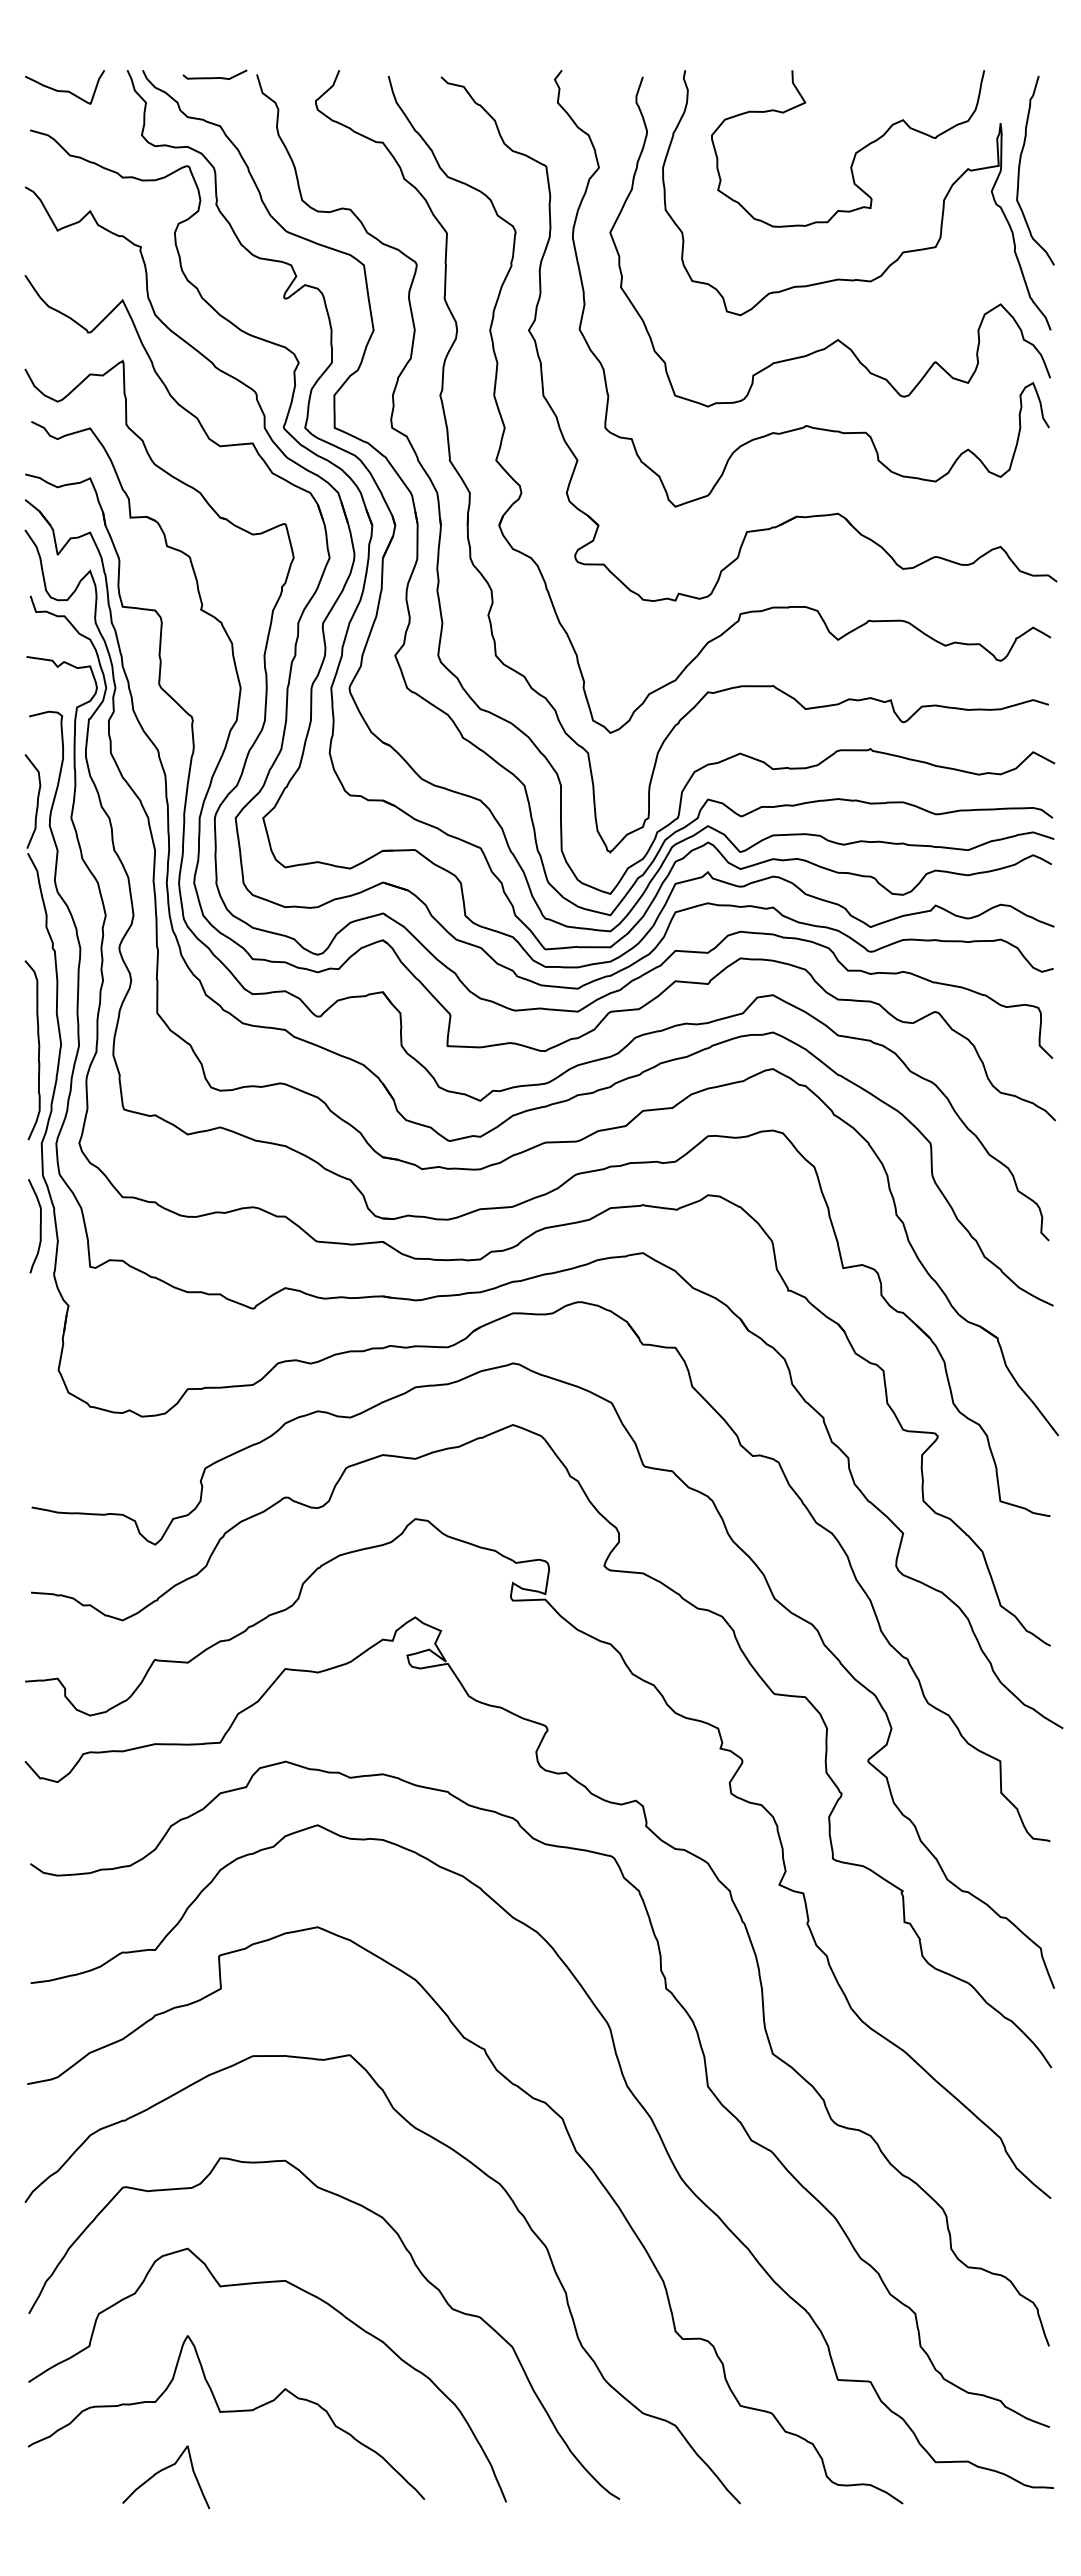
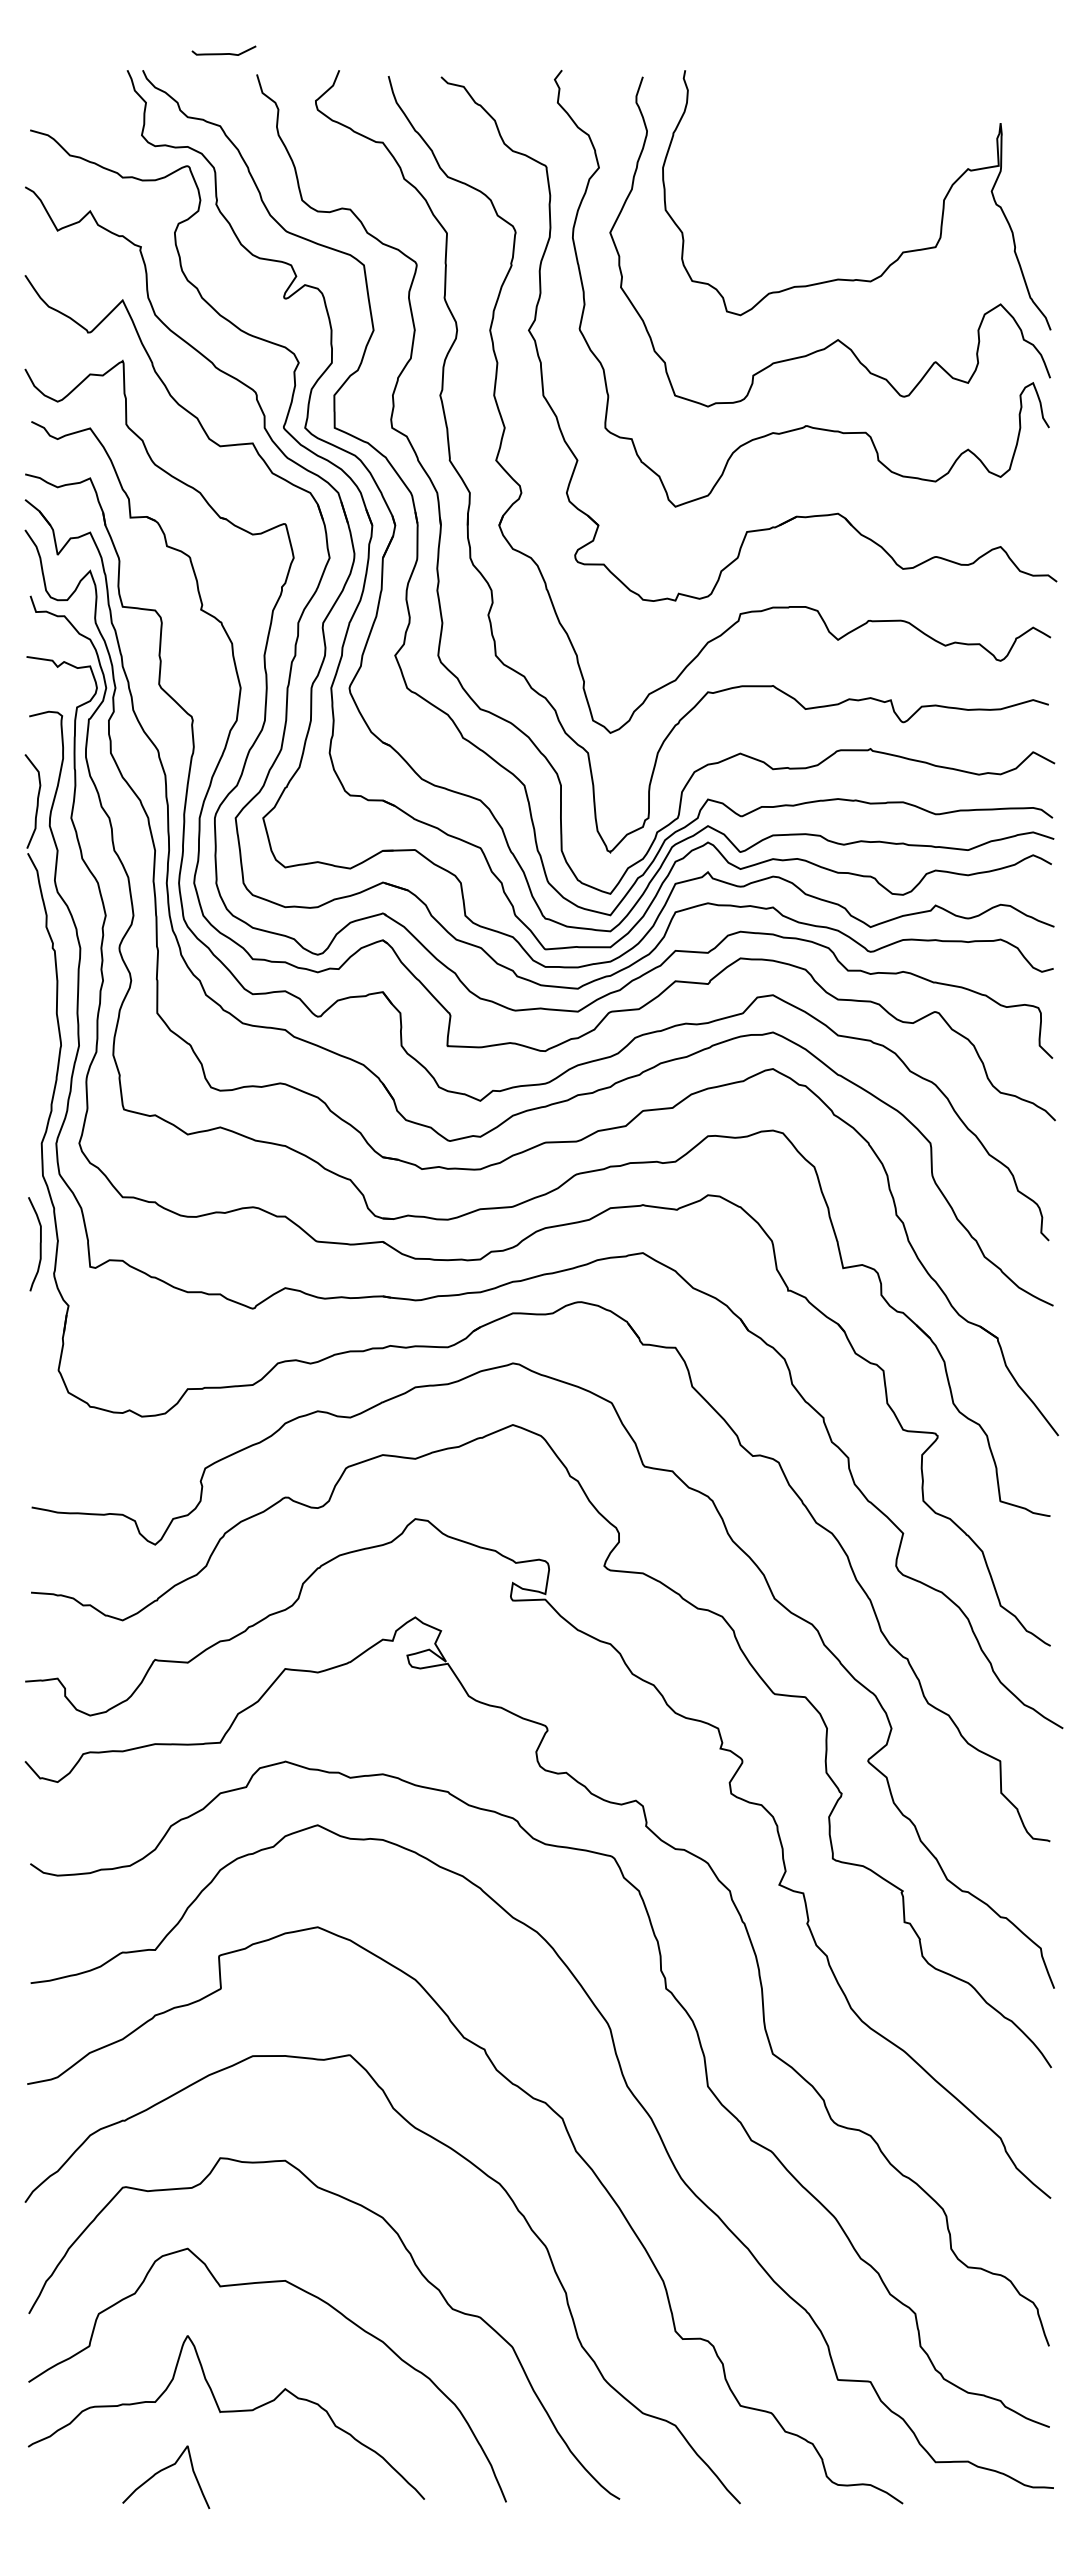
curve at (214, 77) position: (214, 77) -> (223, 53)
curve at (64, 90): present -> none
curve at (855, 152): present -> none
curve at (1020, 166): present -> none
curve at (38, 1050): present -> none
curve at (39, 1226) position: (39, 1226) -> (39, 1244)
